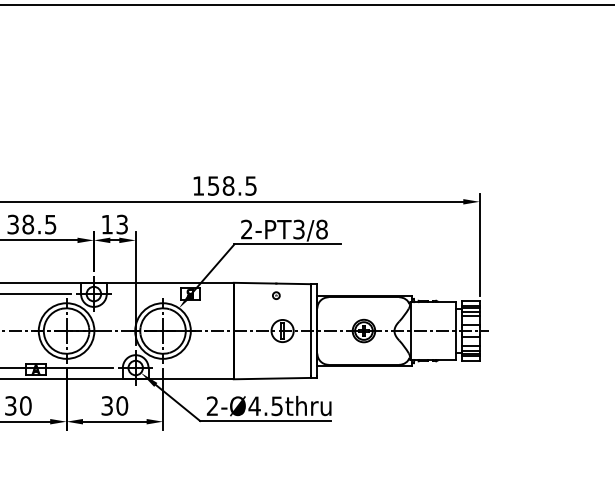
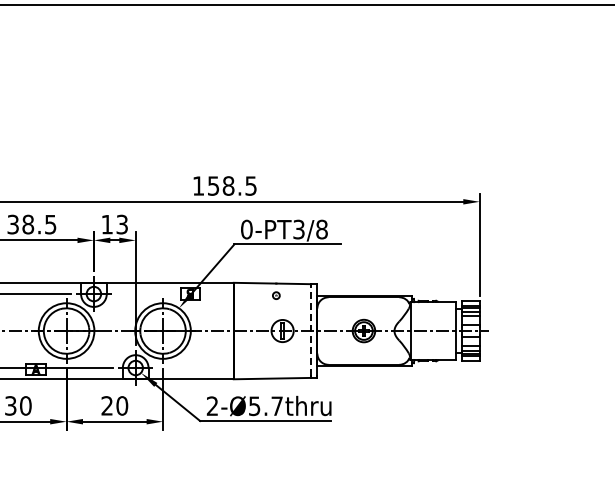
text at (246, 229): 2-PT3/8 -> 0-PT3/8
line at (310, 330): solid -> dashed
text at (106, 405): 30 -> 20
text at (265, 406): 2-Ø4.5thru -> 2-Ø5.7thru
